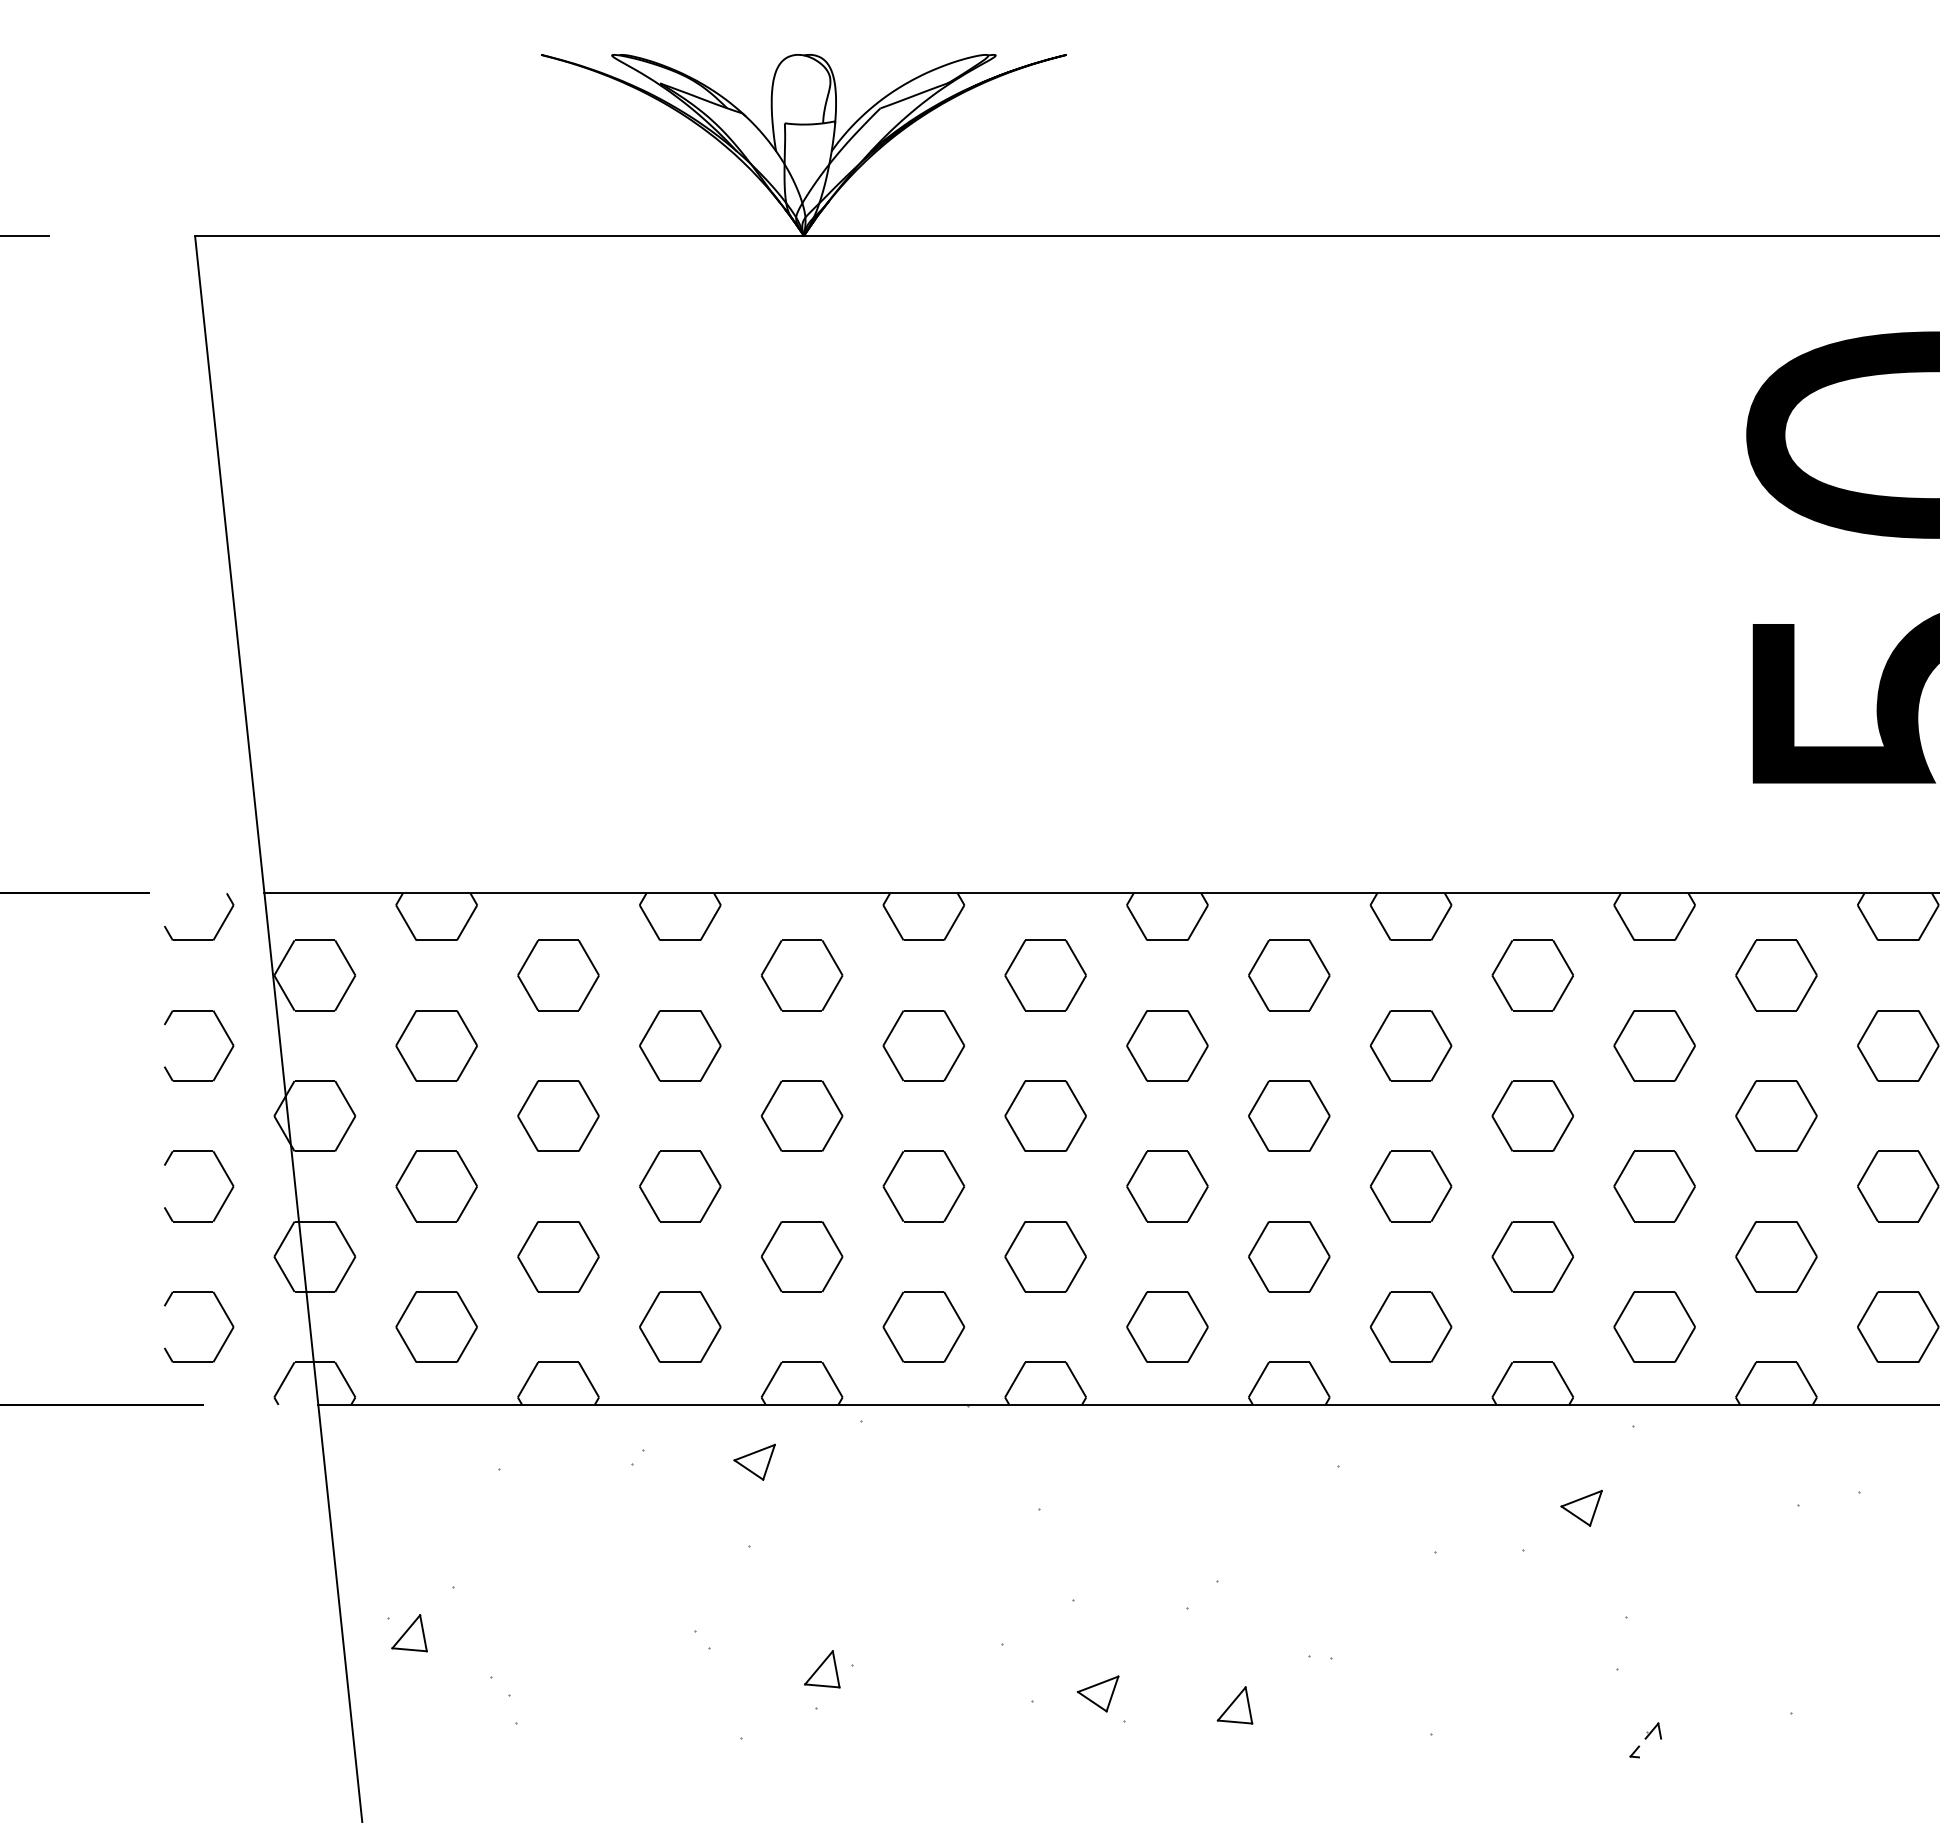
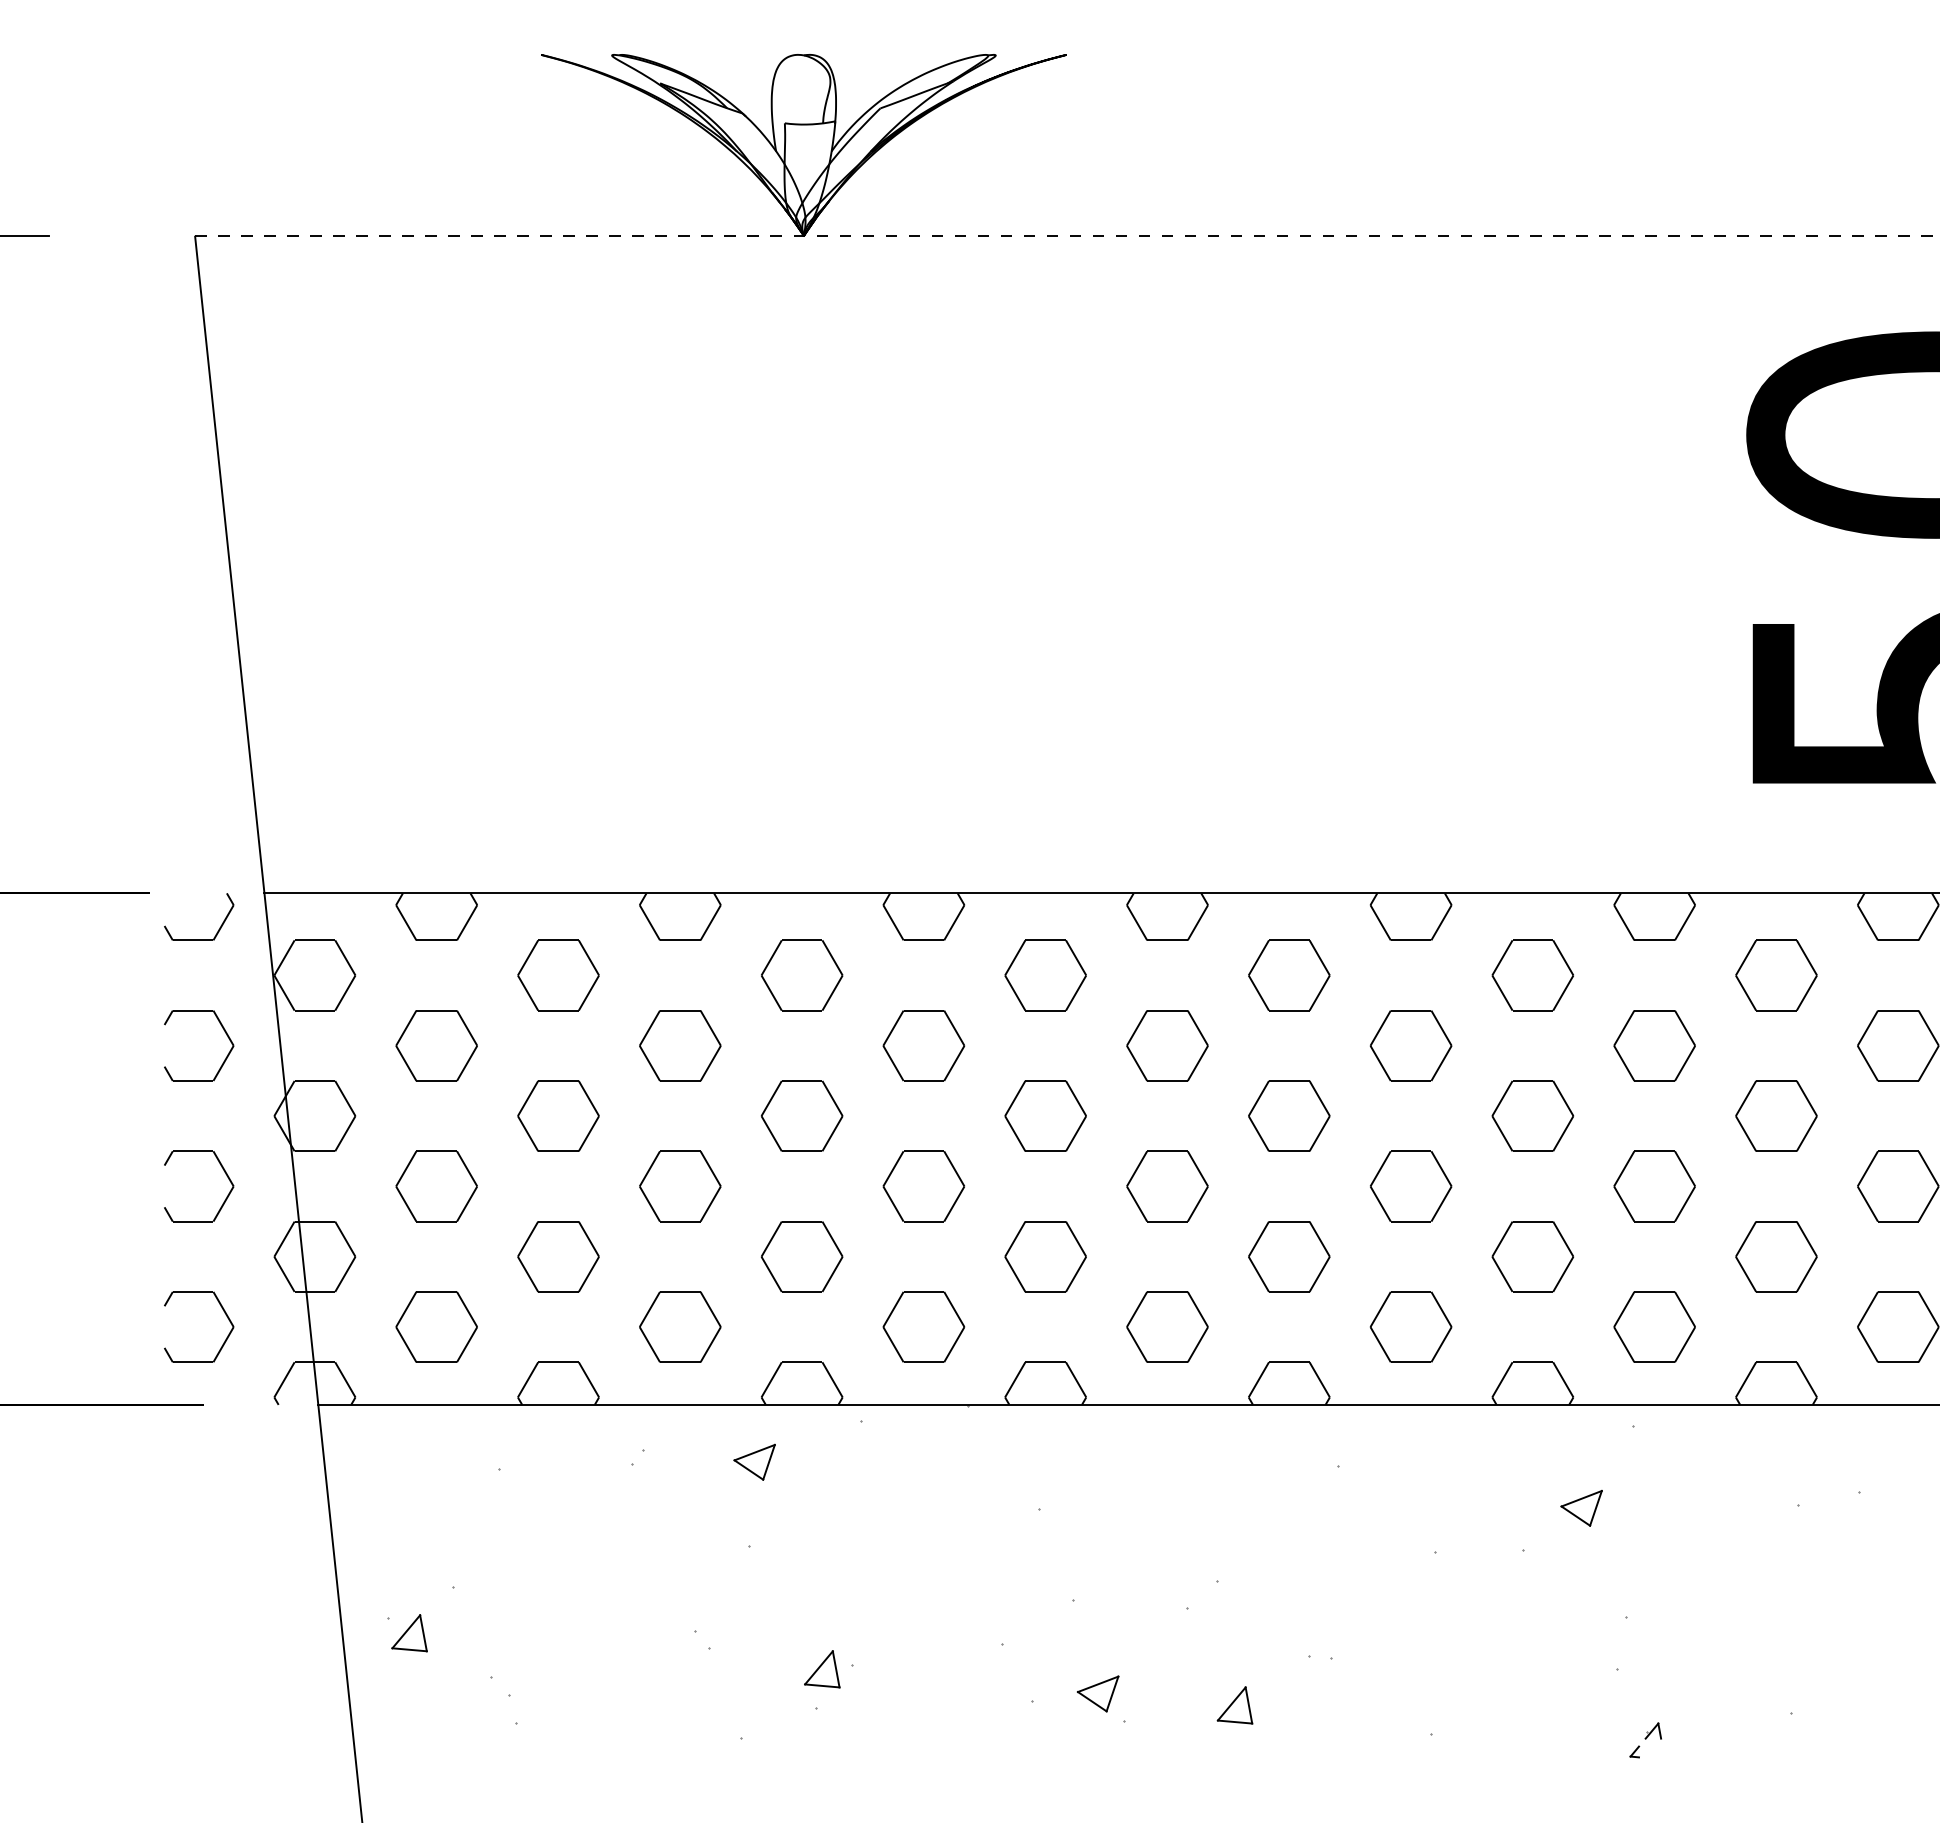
line at (1067, 235): solid -> dashed
